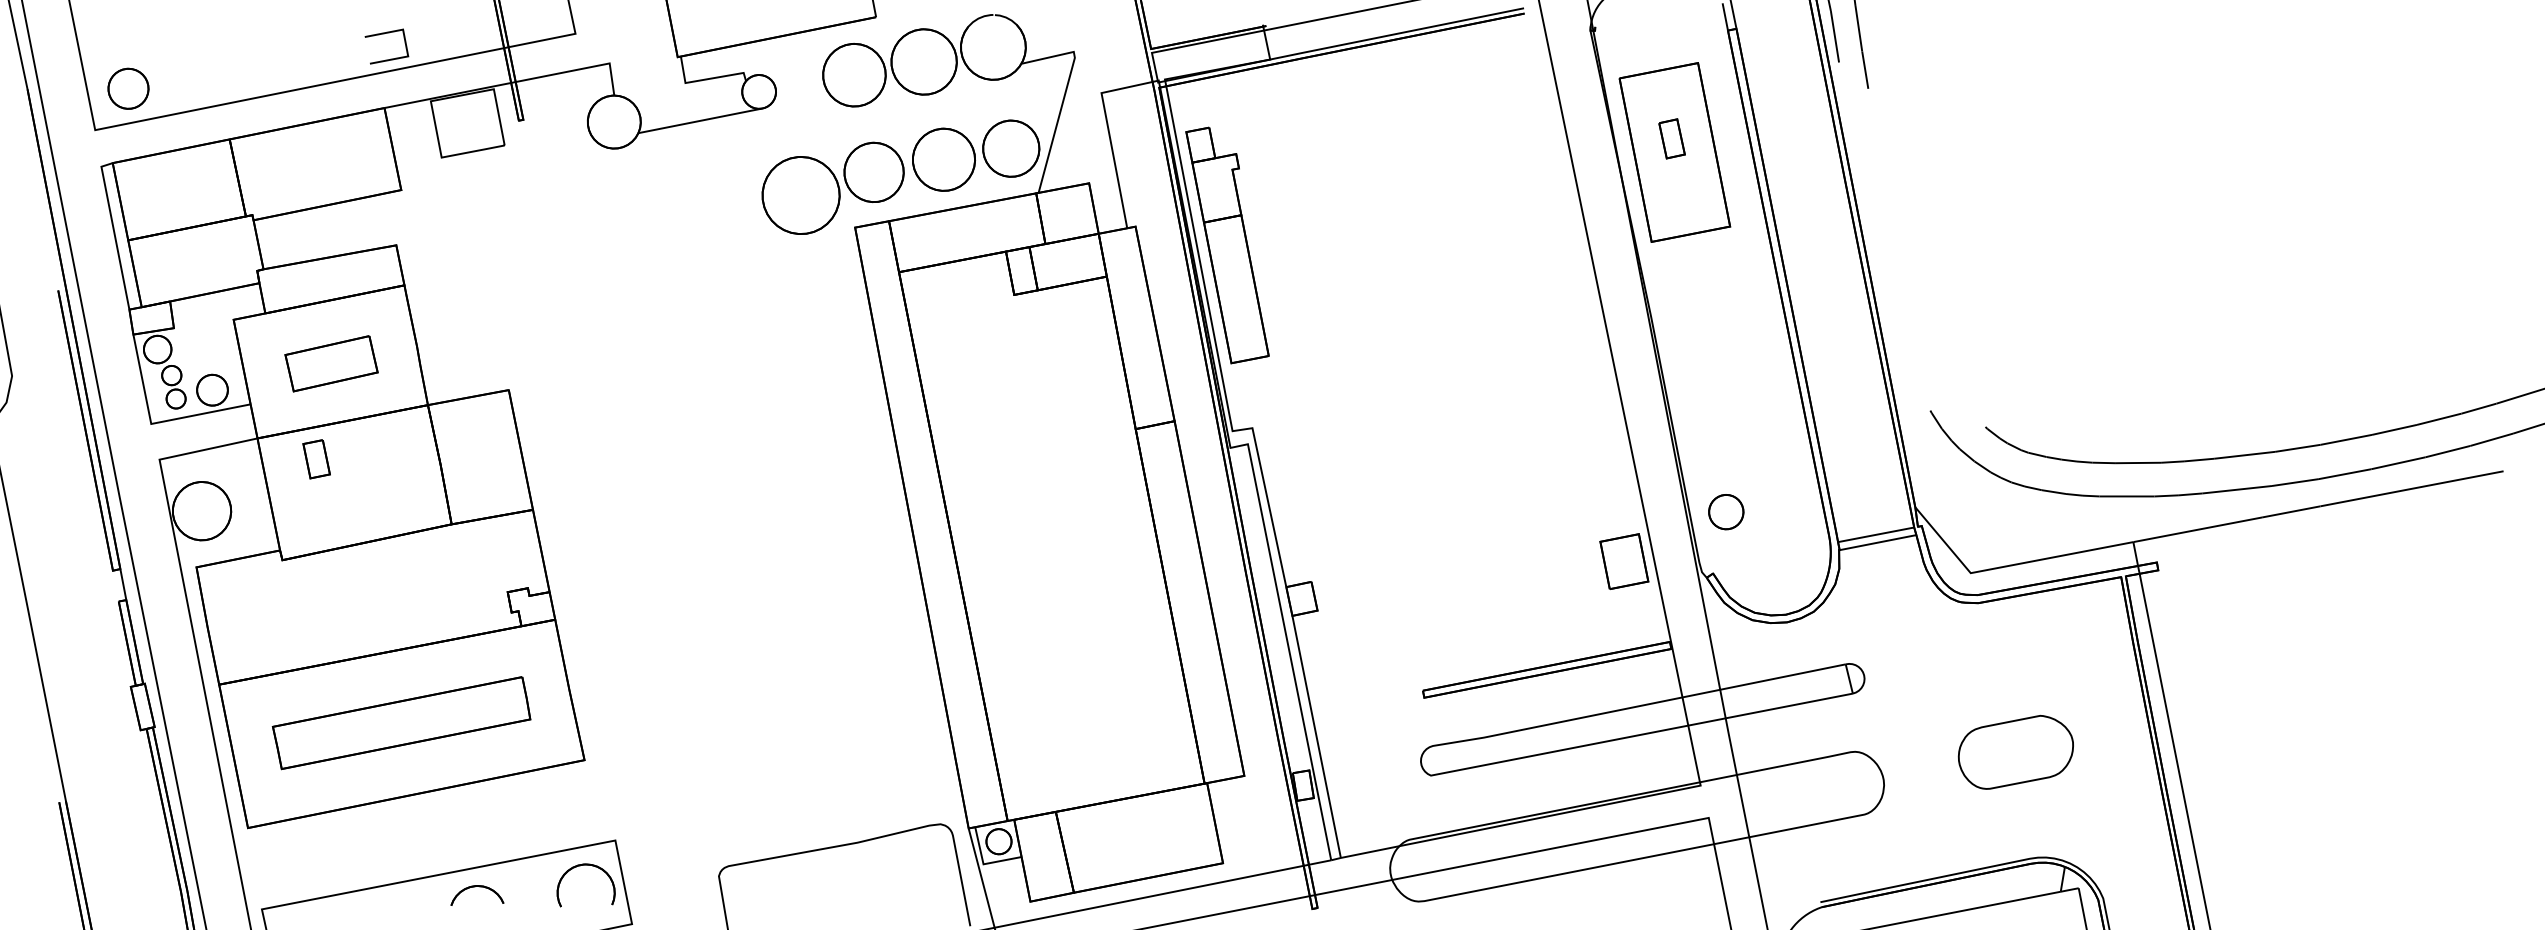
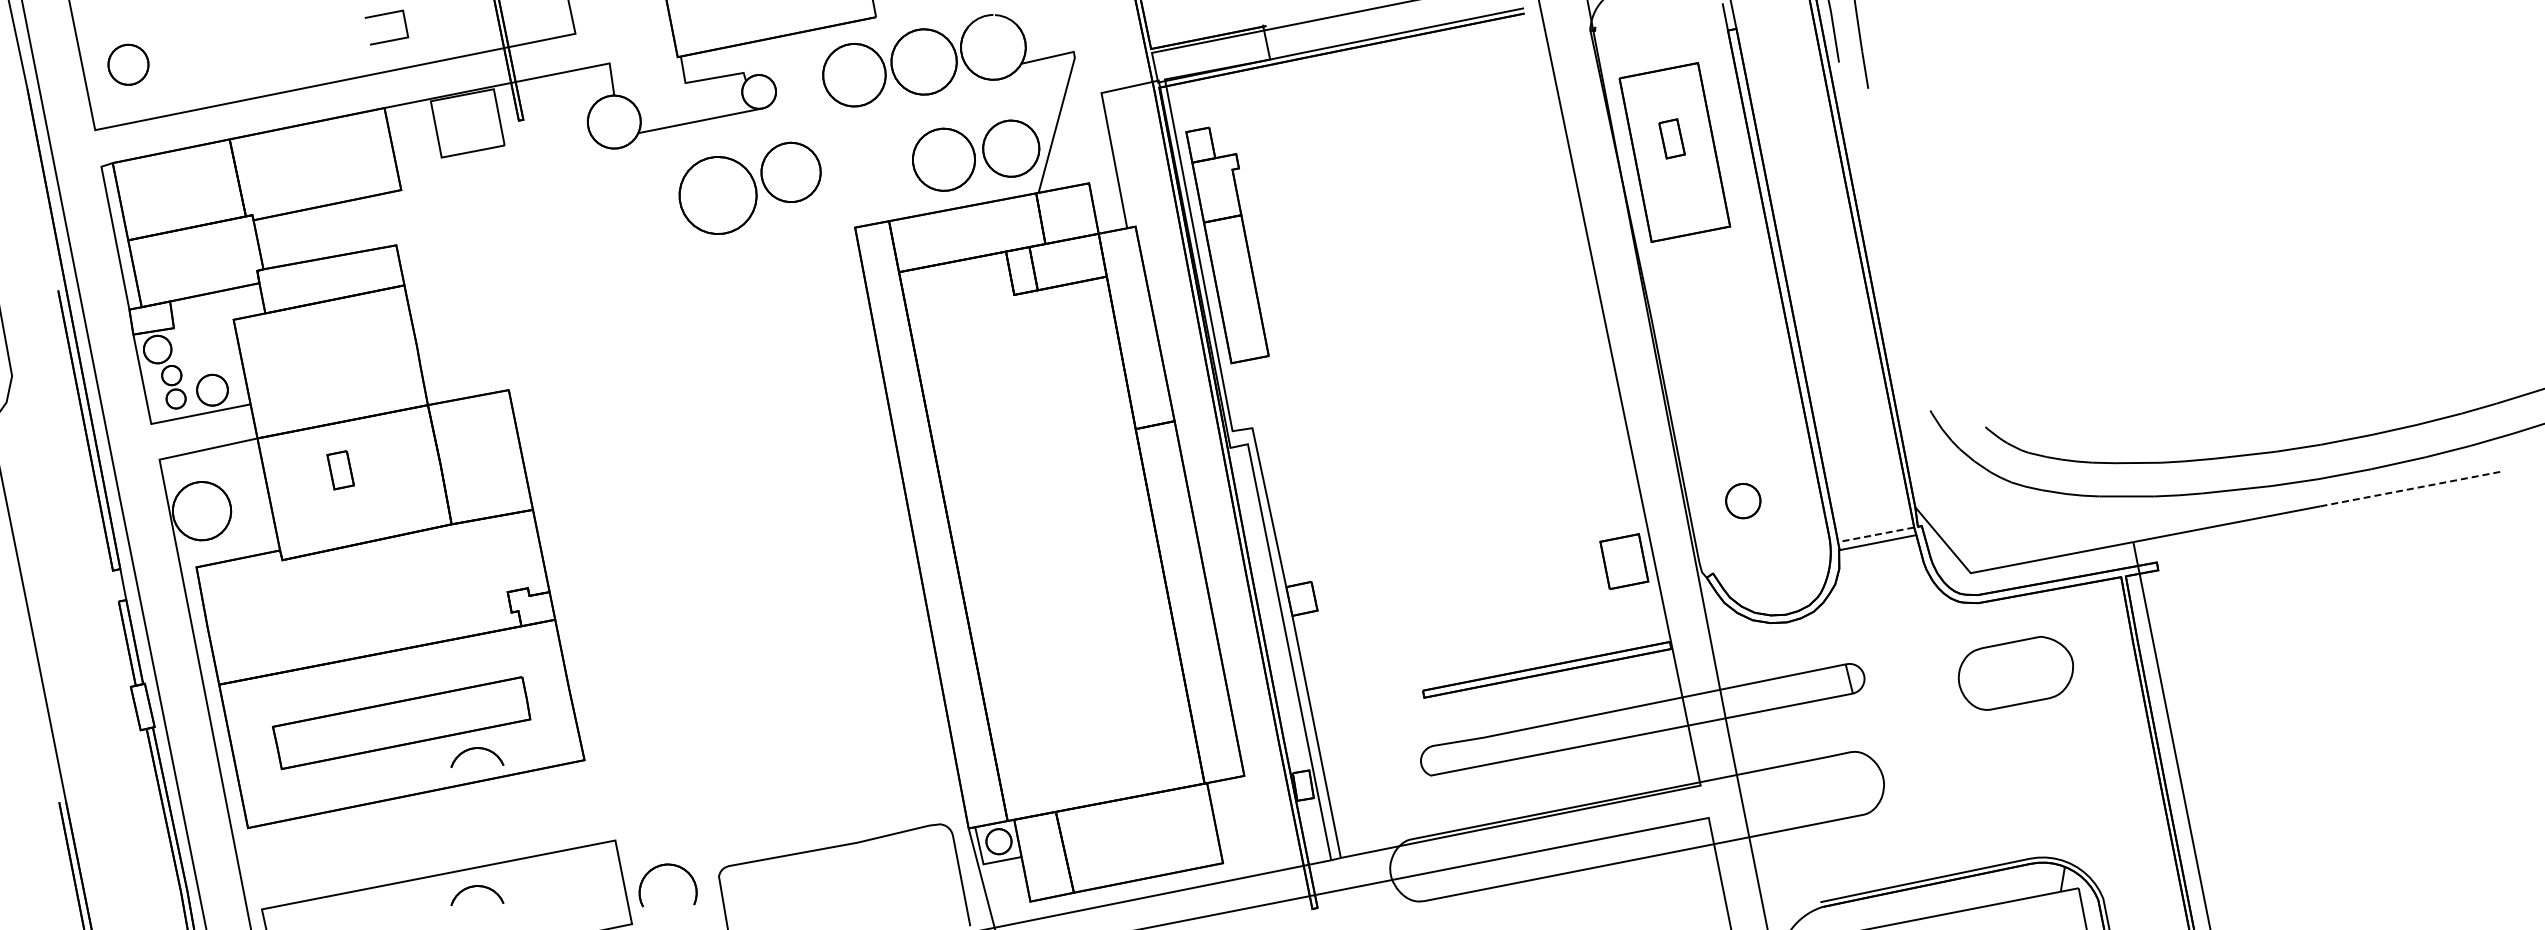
line at (384, 34) position: (384, 34) -> (384, 15)
part at (128, 88) position: (128, 88) -> (128, 64)
part at (832, 187) position: (832, 187) -> (749, 187)
part at (331, 363): present -> none
part at (316, 459) position: (316, 459) -> (340, 470)
line at (2412, 488): solid -> dashed
part at (1726, 512) position: (1726, 512) -> (1743, 501)
line at (1876, 534): solid -> dashed
part at (475, 749): none -> present
part at (2015, 752) position: (2015, 752) -> (2015, 673)
part at (580, 866) position: (580, 866) -> (662, 866)
